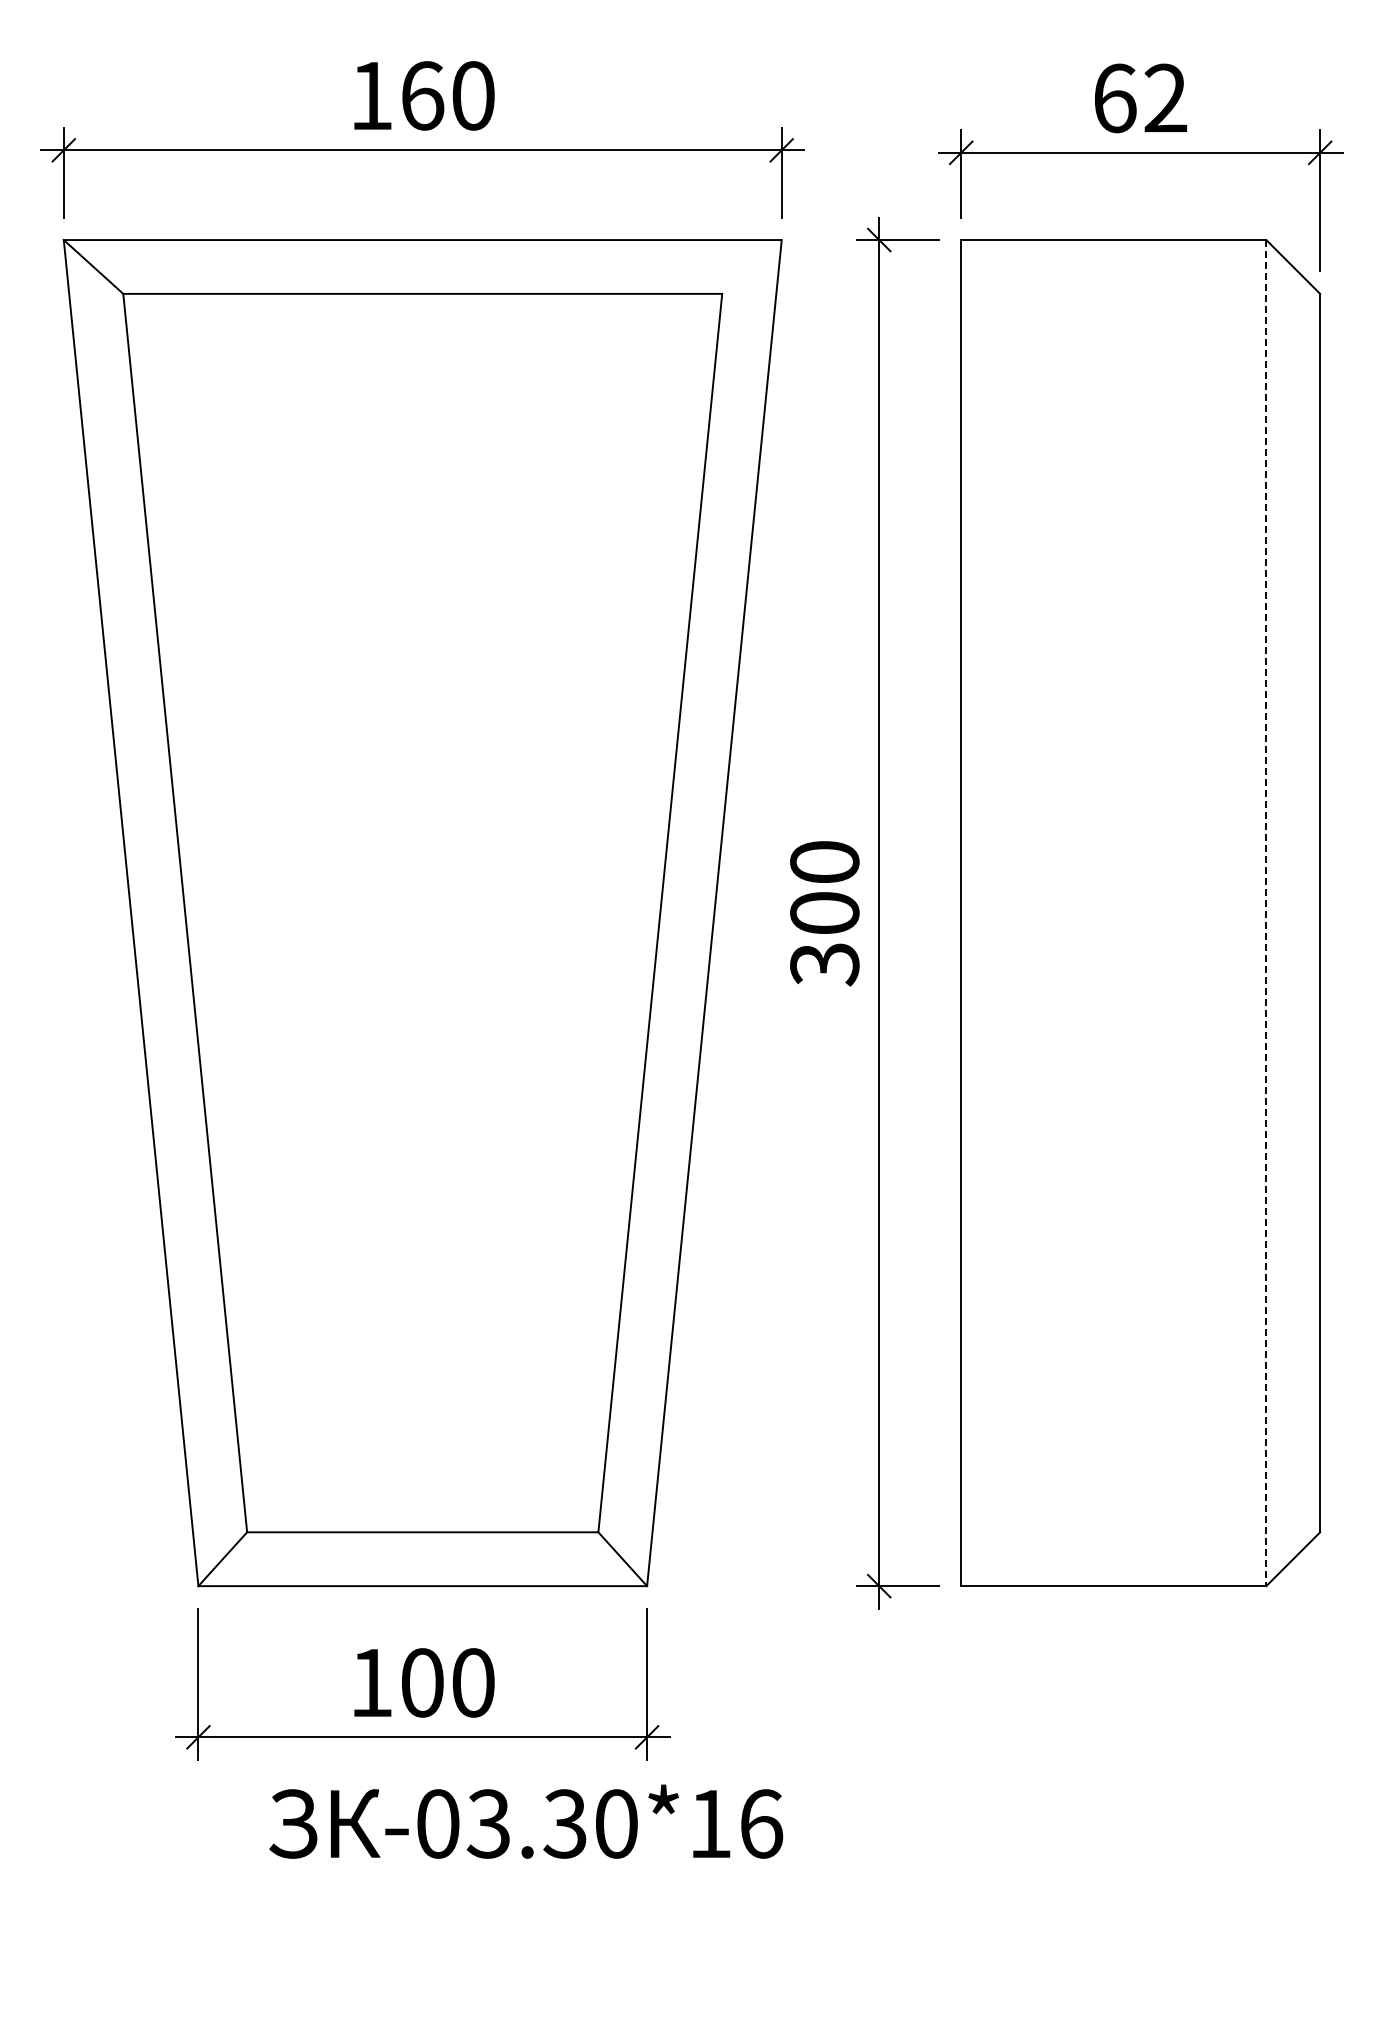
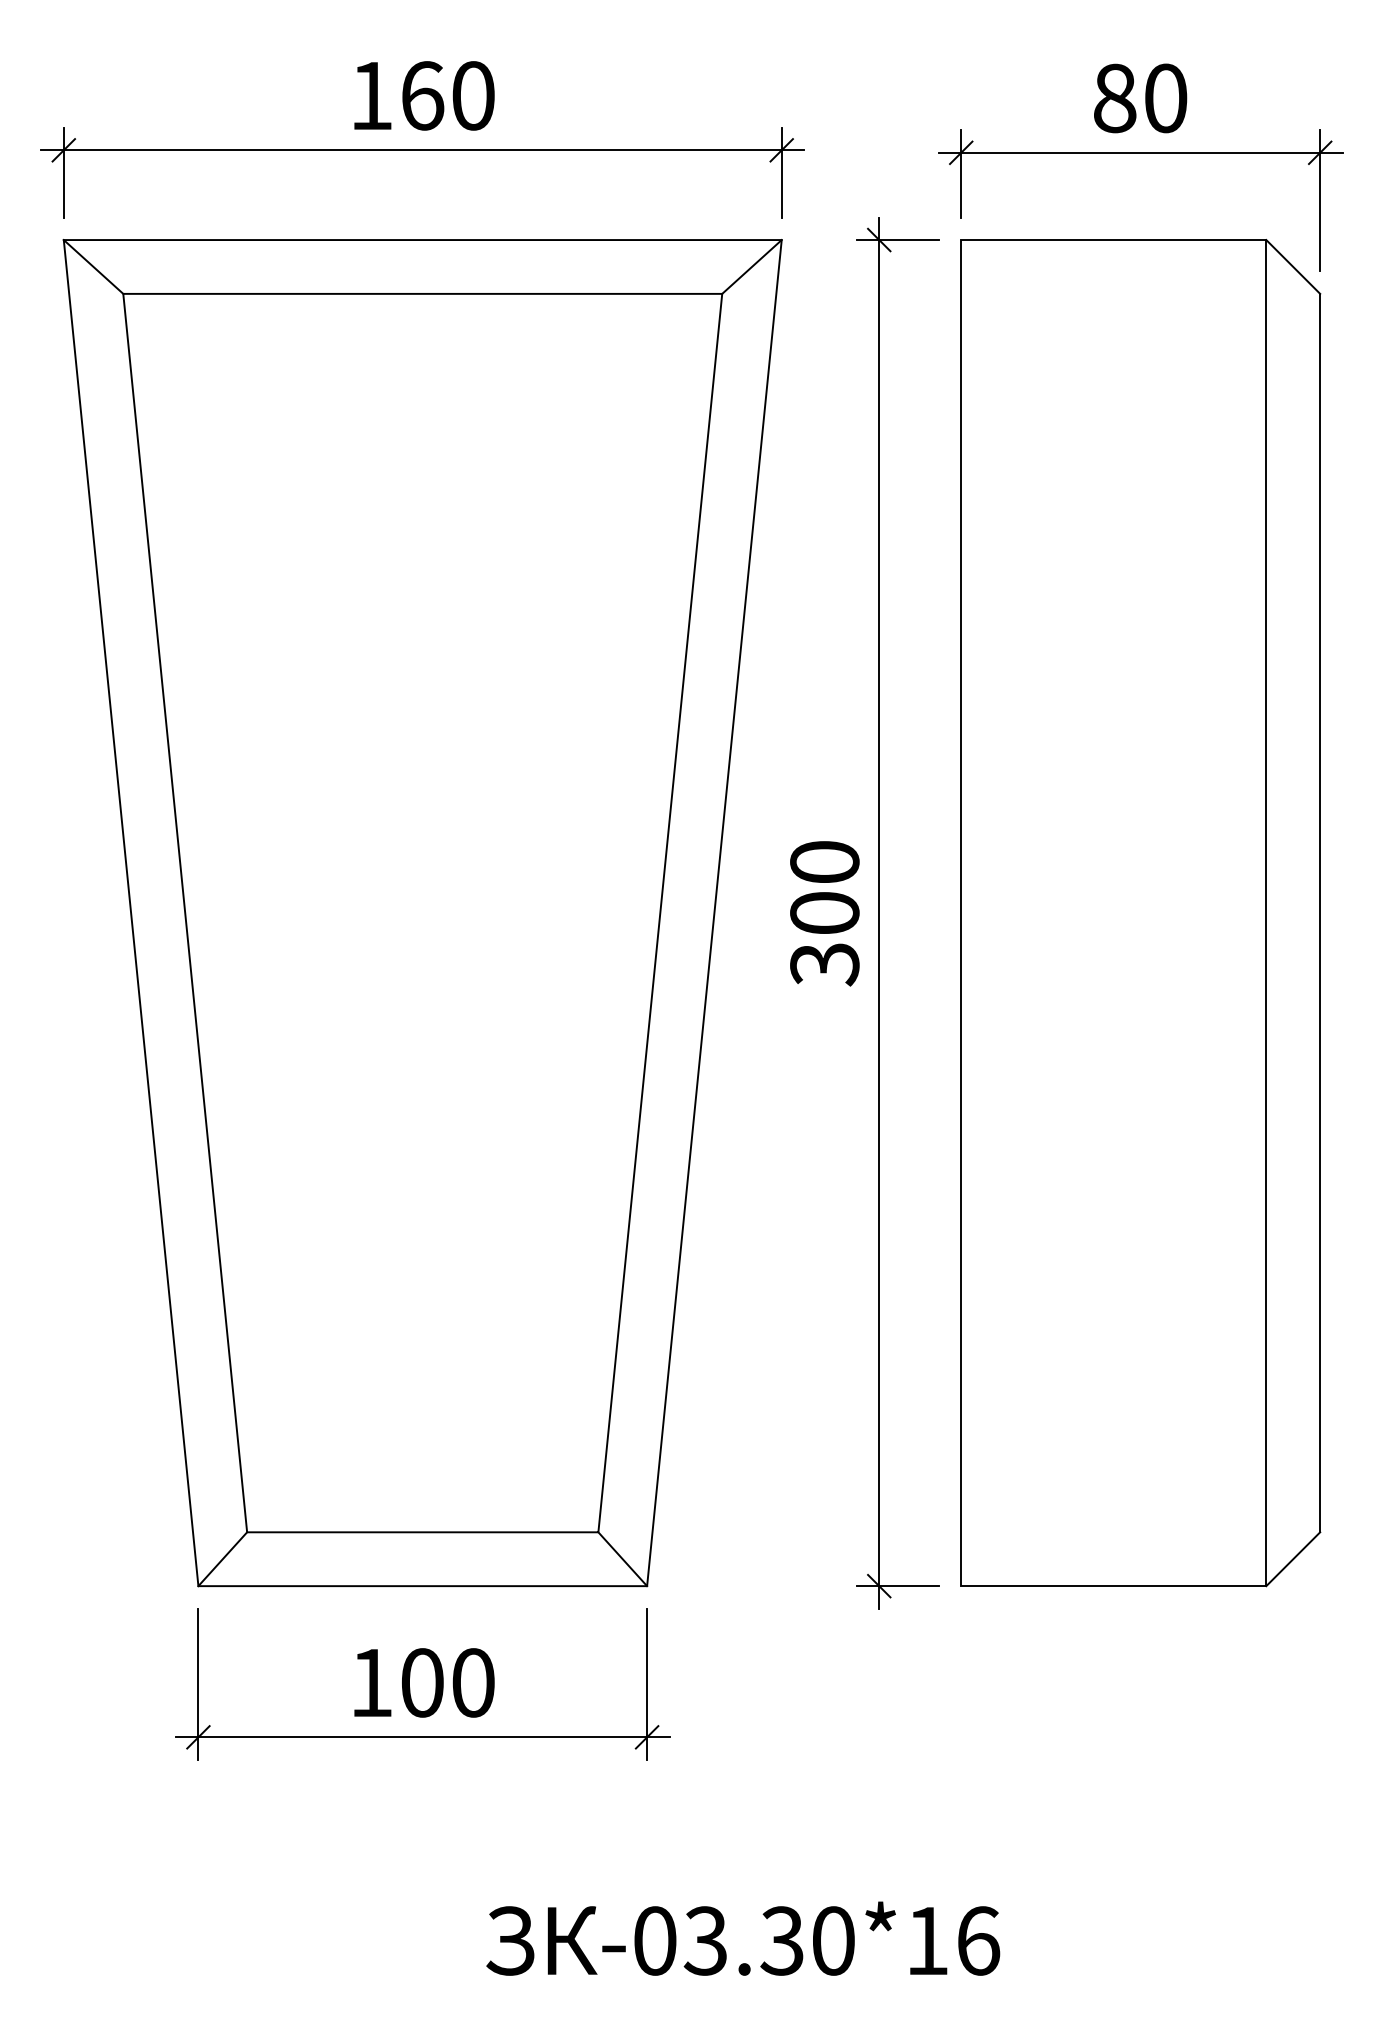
text at (1140, 98): 62 -> 80
line at (751, 266): none -> present
line at (1266, 913): dashed -> solid
text at (526, 1821) position: (526, 1821) -> (743, 1938)
